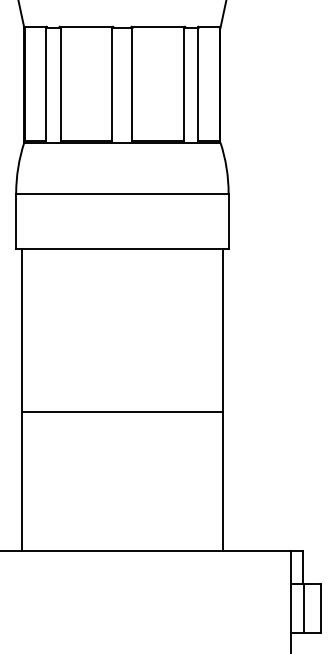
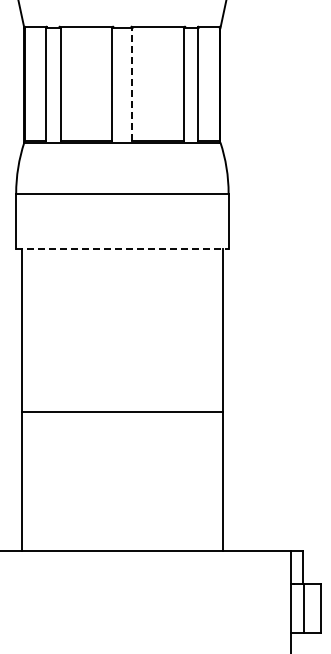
line at (132, 84): solid -> dashed
line at (122, 248): solid -> dashed
